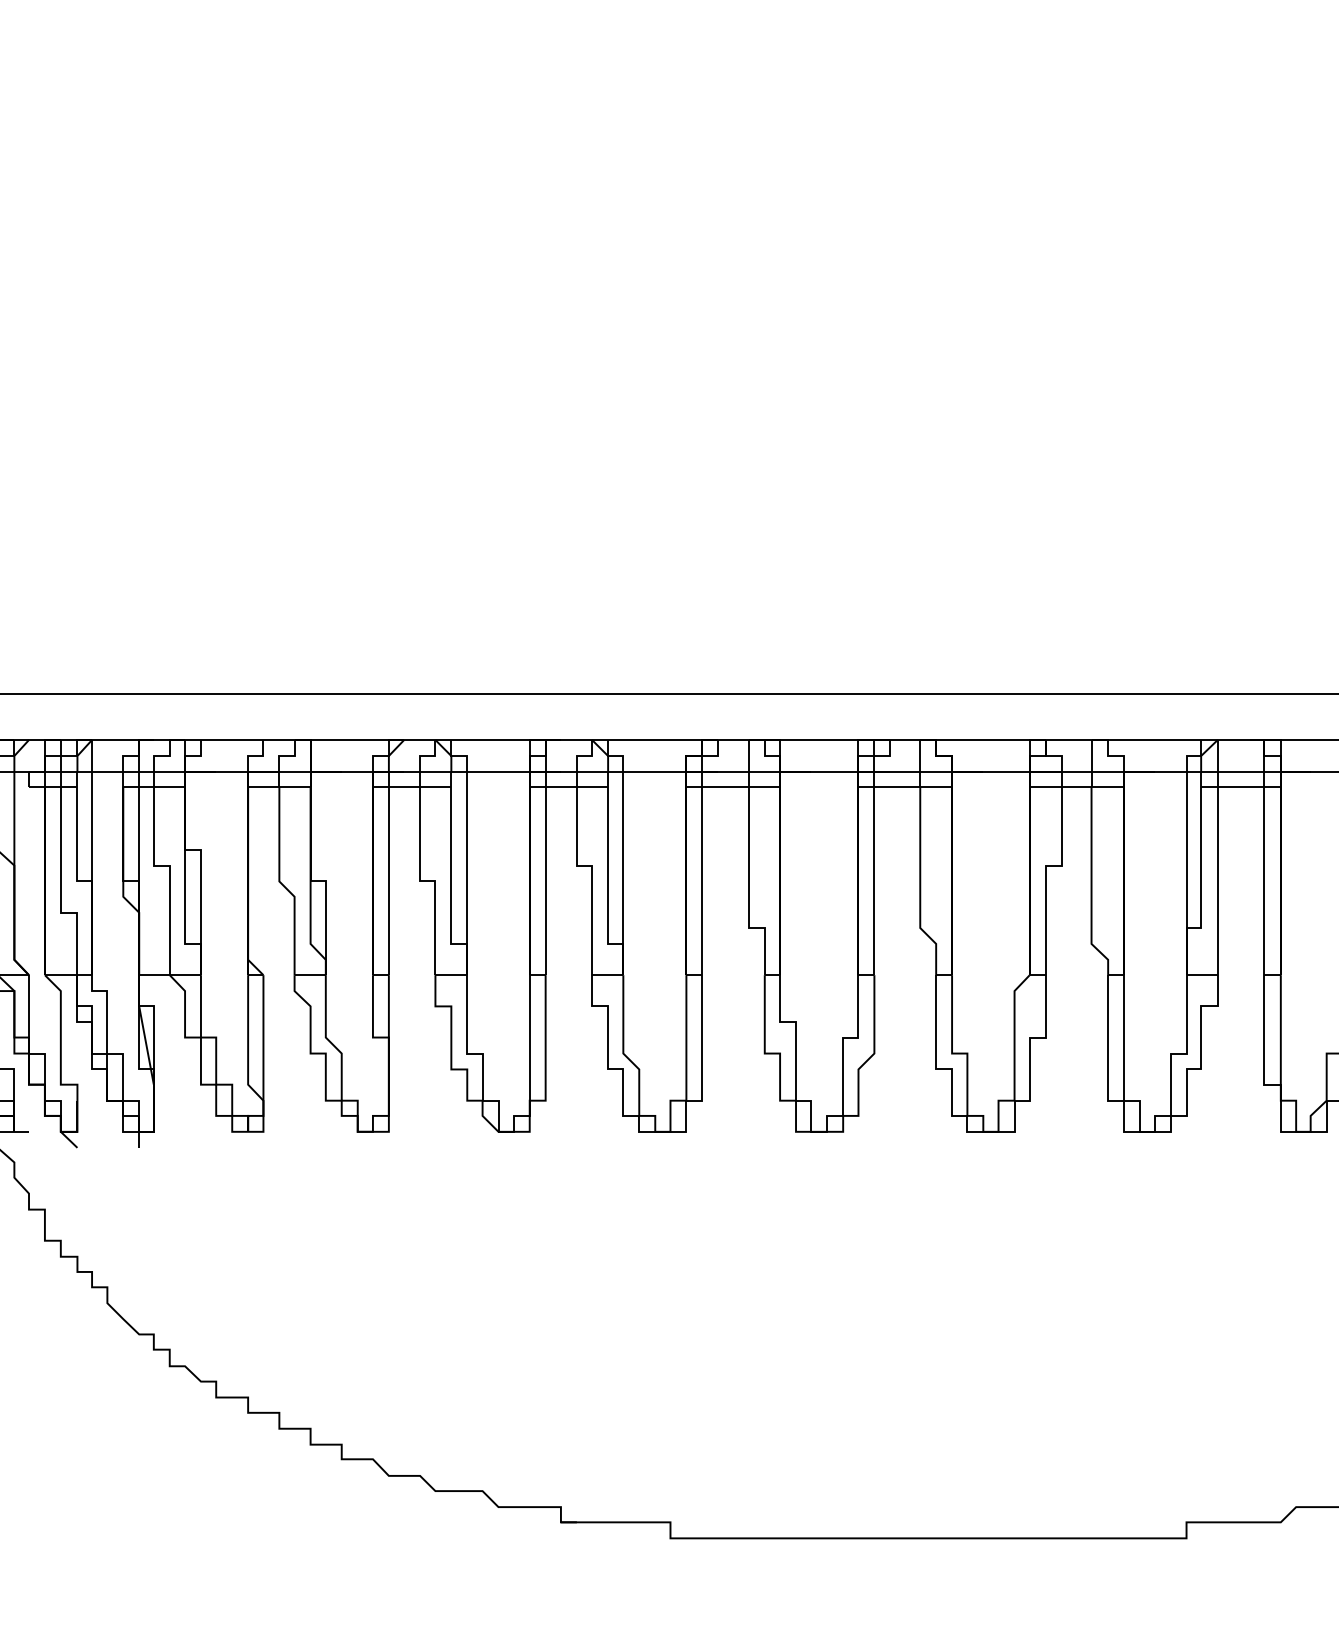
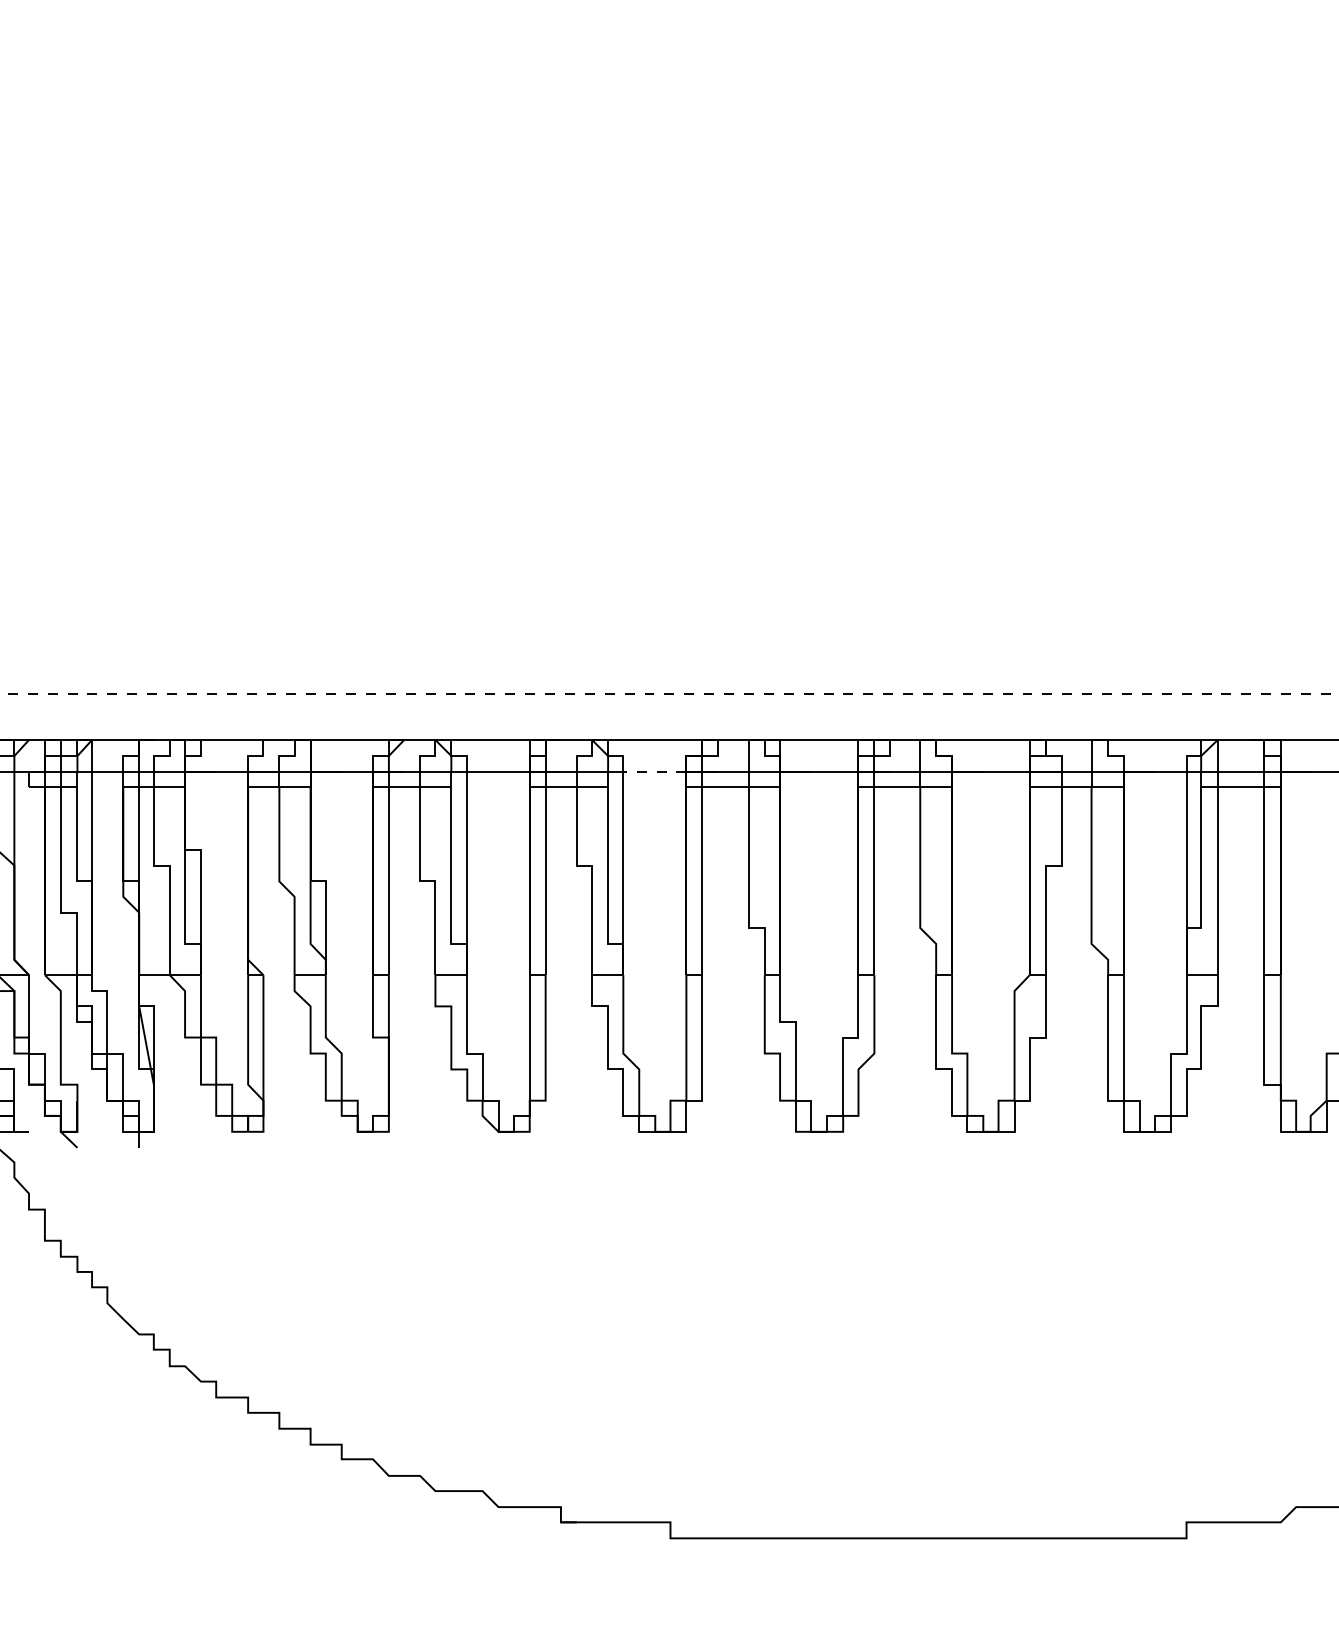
line at (670, 693): solid -> dashed
line at (654, 771): solid -> dashed
